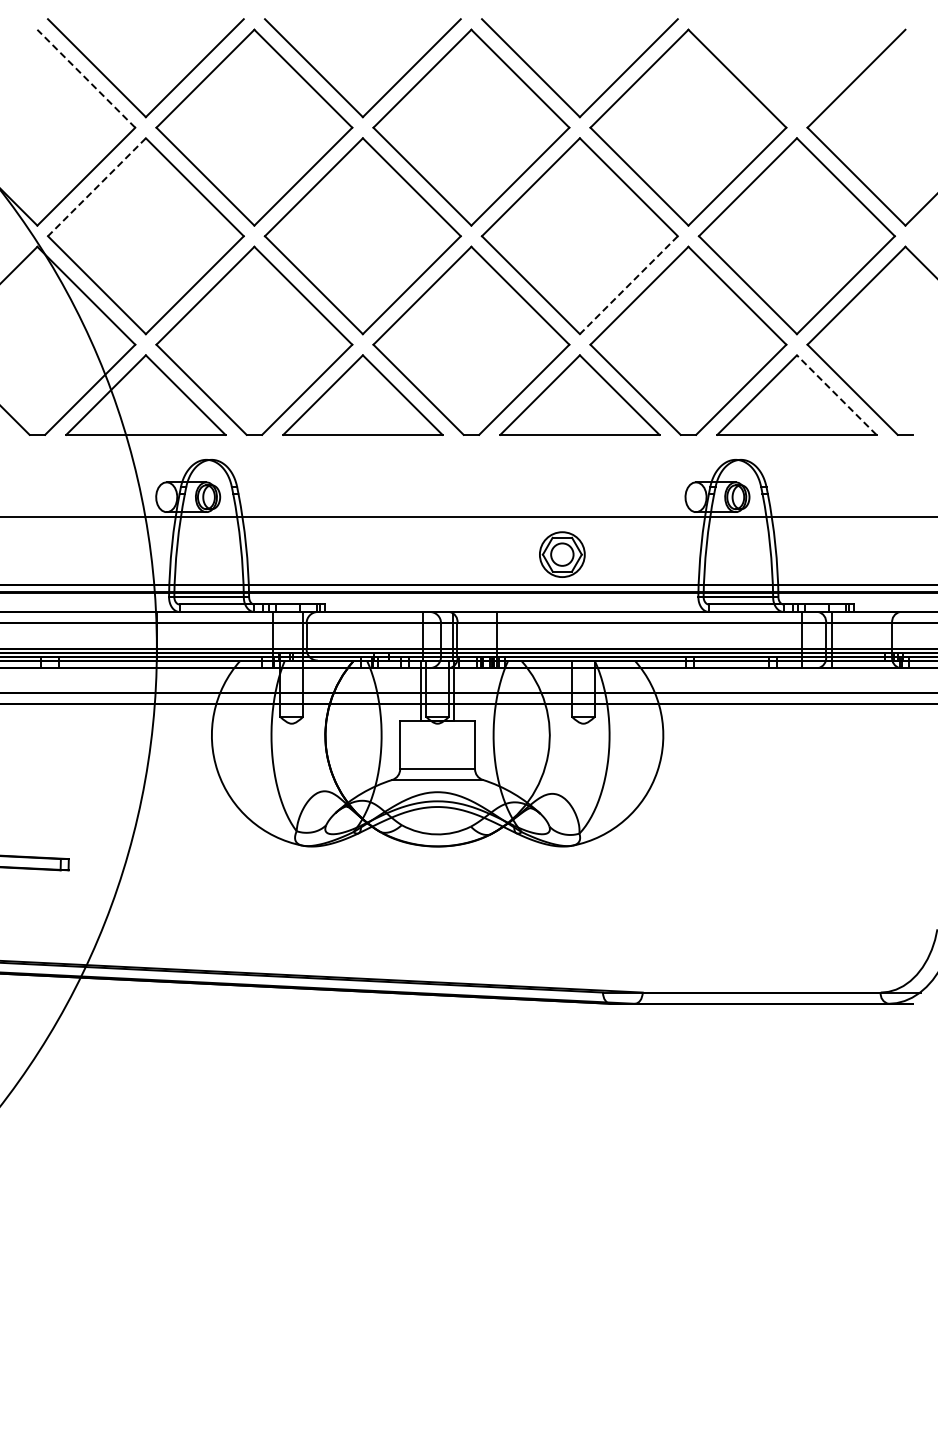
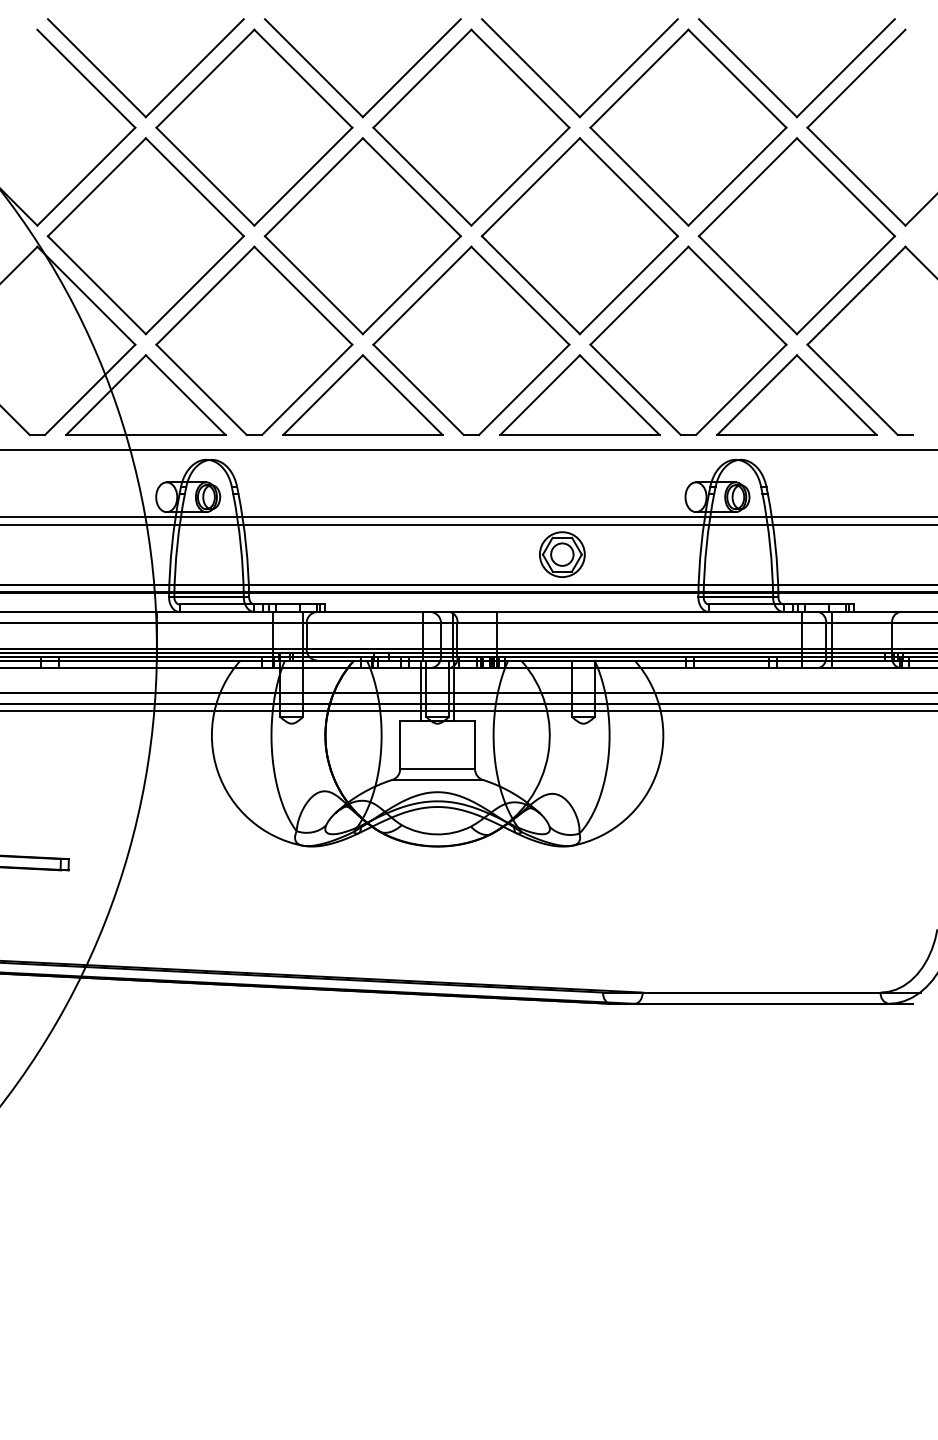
line at (86, 78): dashed -> solid
part at (772, 91): none -> present
line at (96, 187): dashed -> solid
line at (628, 285): dashed -> solid
line at (836, 394): dashed -> solid
line at (468, 449): none -> present
line at (468, 524): none -> present
line at (468, 711): none -> present
